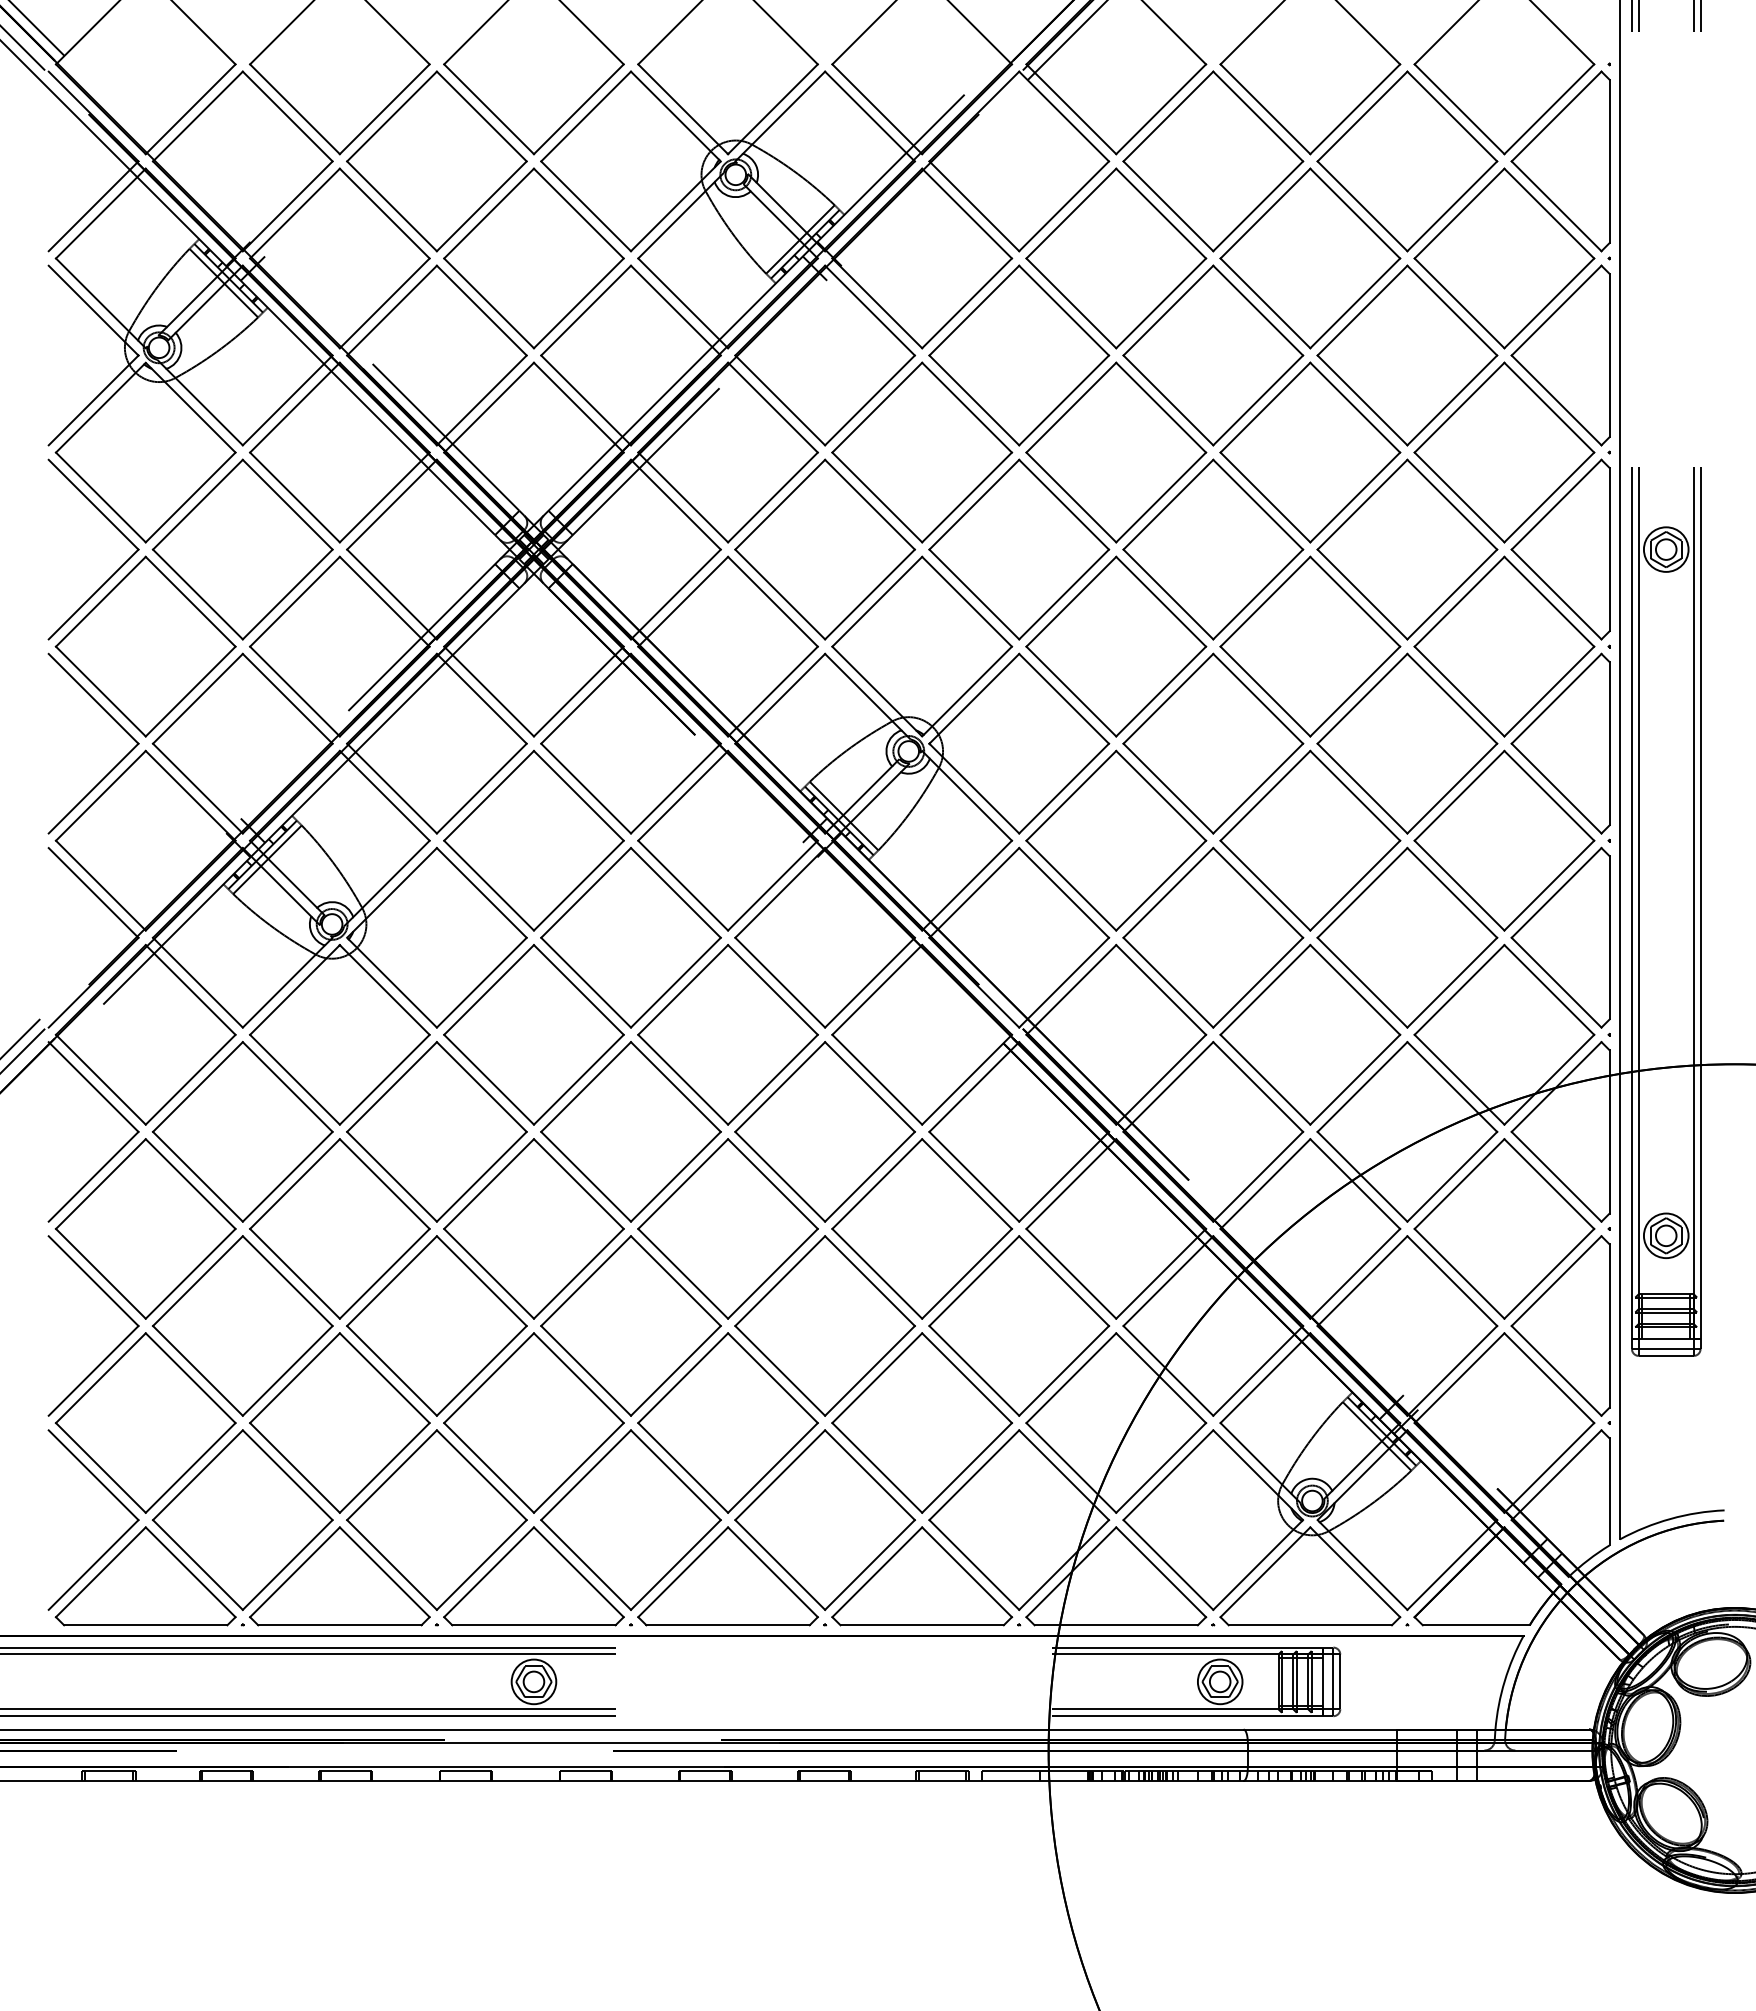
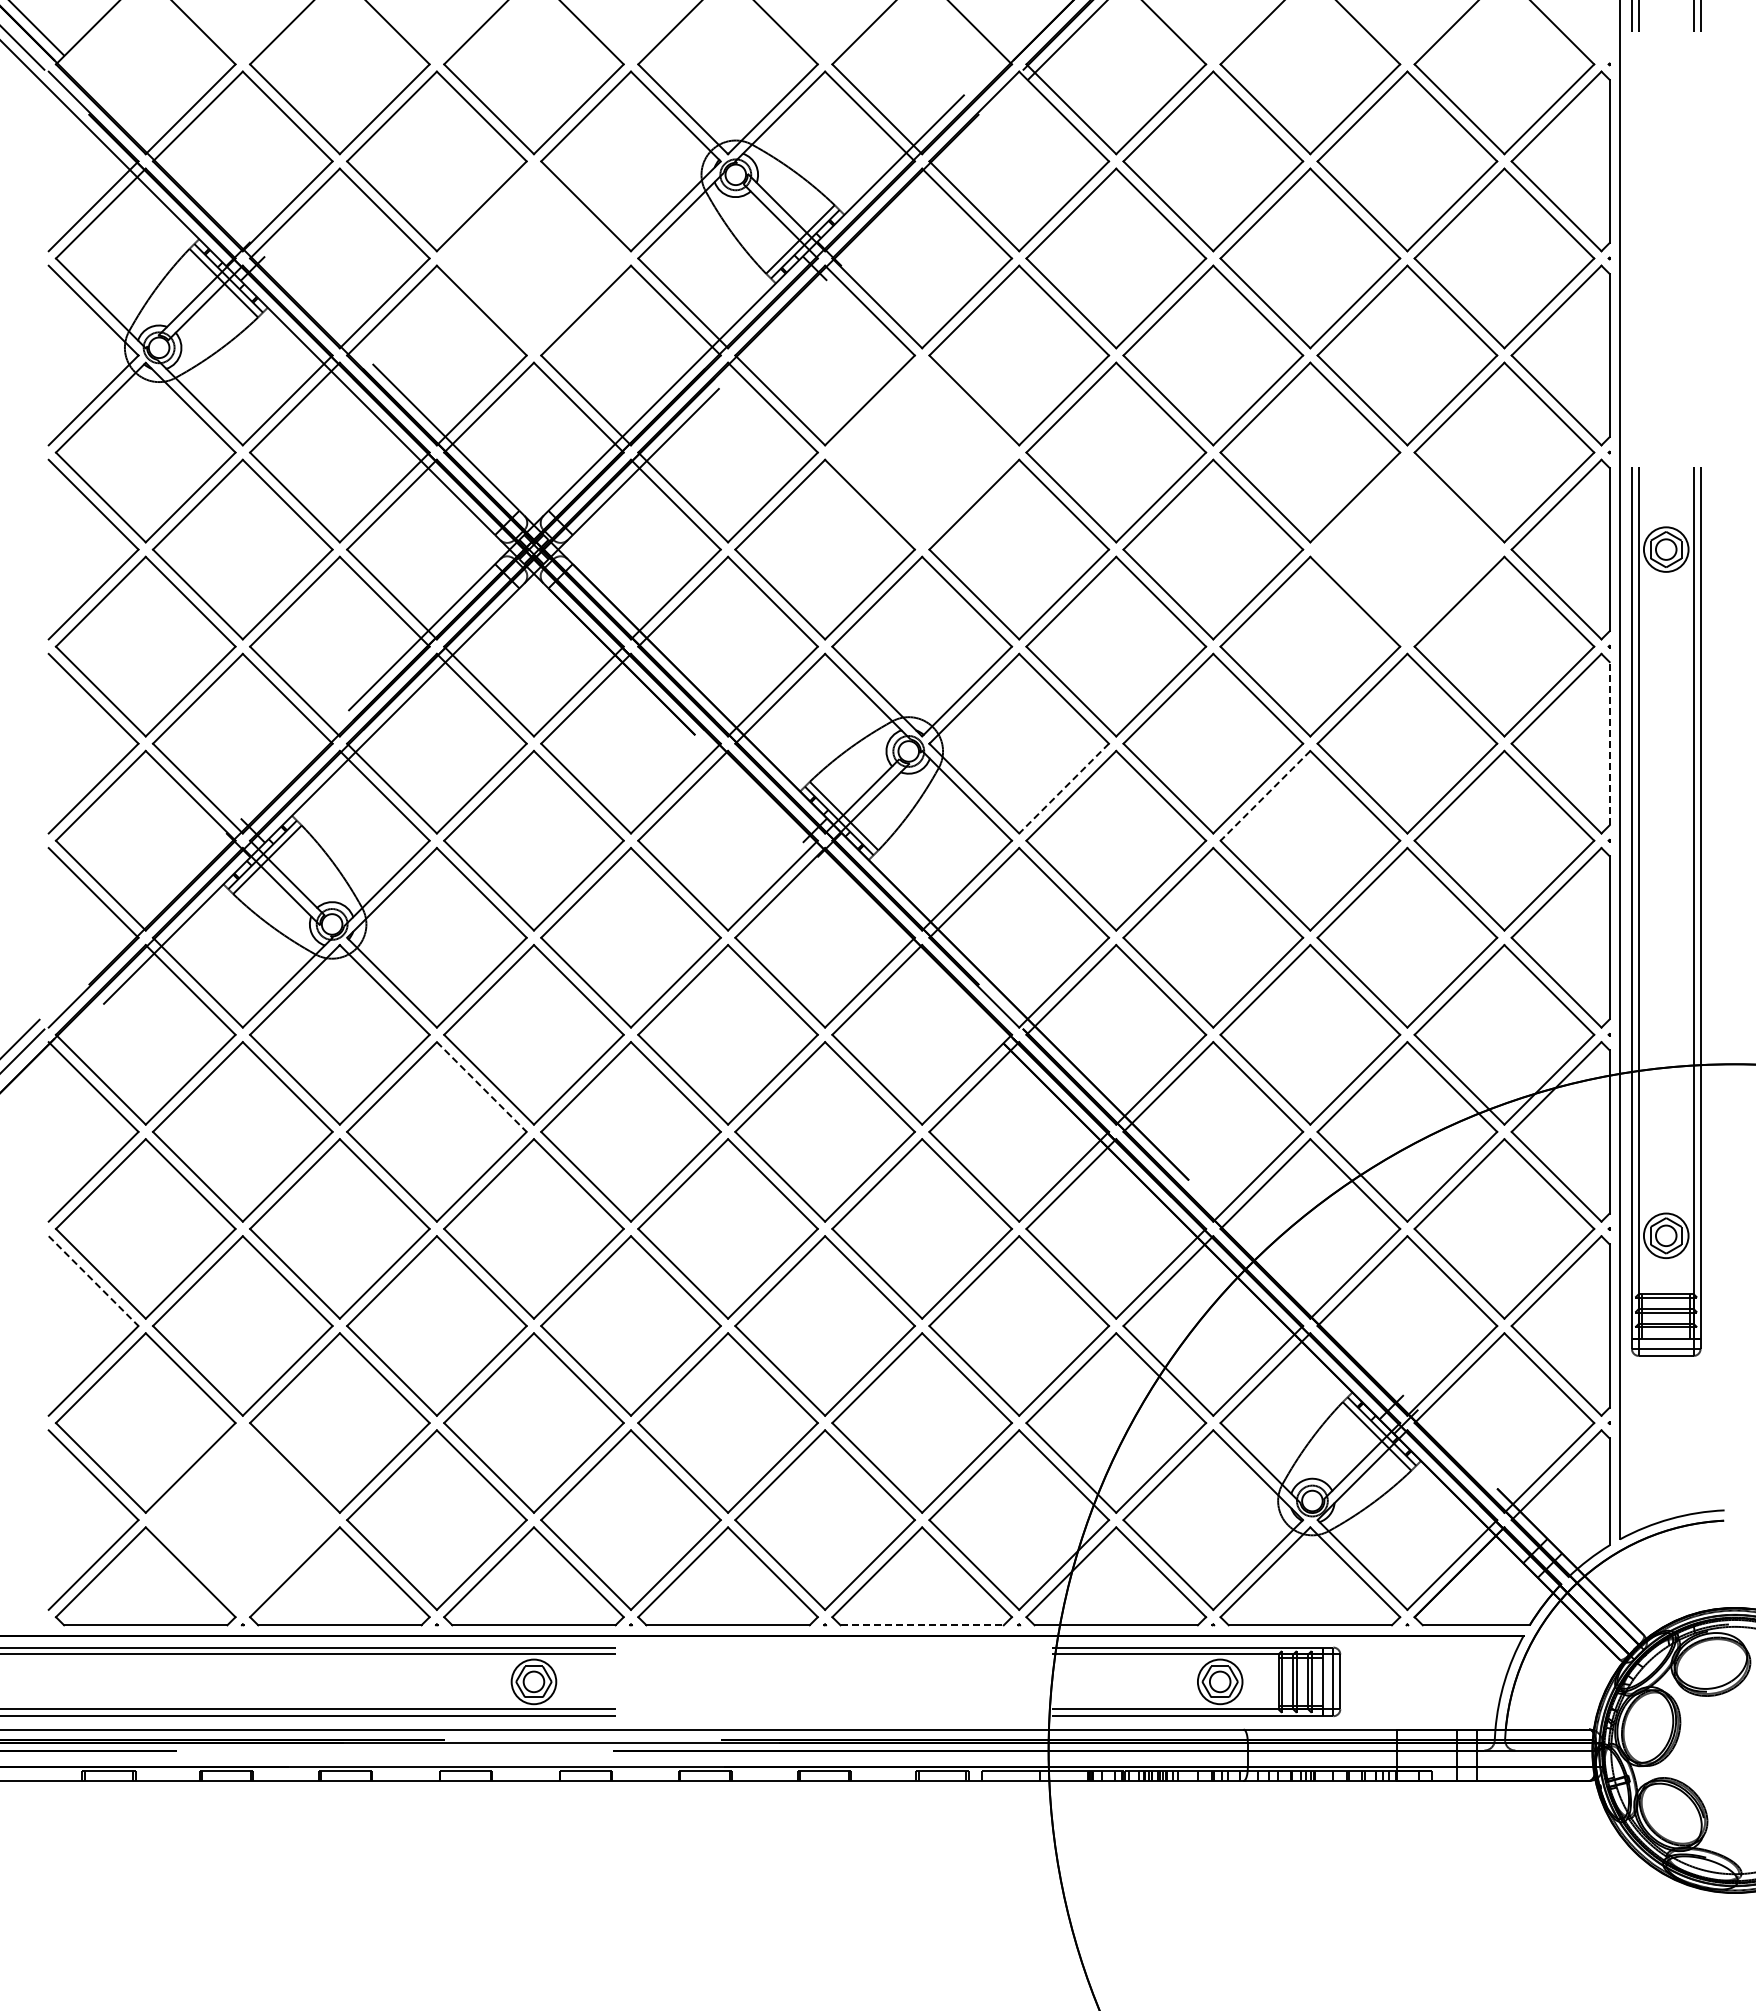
part at (533, 258): present -> none
part at (922, 452): present -> none
part at (1407, 549): present -> none
line at (1609, 743): solid -> dashed
line at (1063, 788): solid -> dashed
line at (1265, 796): solid -> dashed
line at (482, 1087): solid -> dashed
line at (93, 1281): solid -> dashed
part at (242, 1519): present -> none
line at (922, 1625): solid -> dashed
